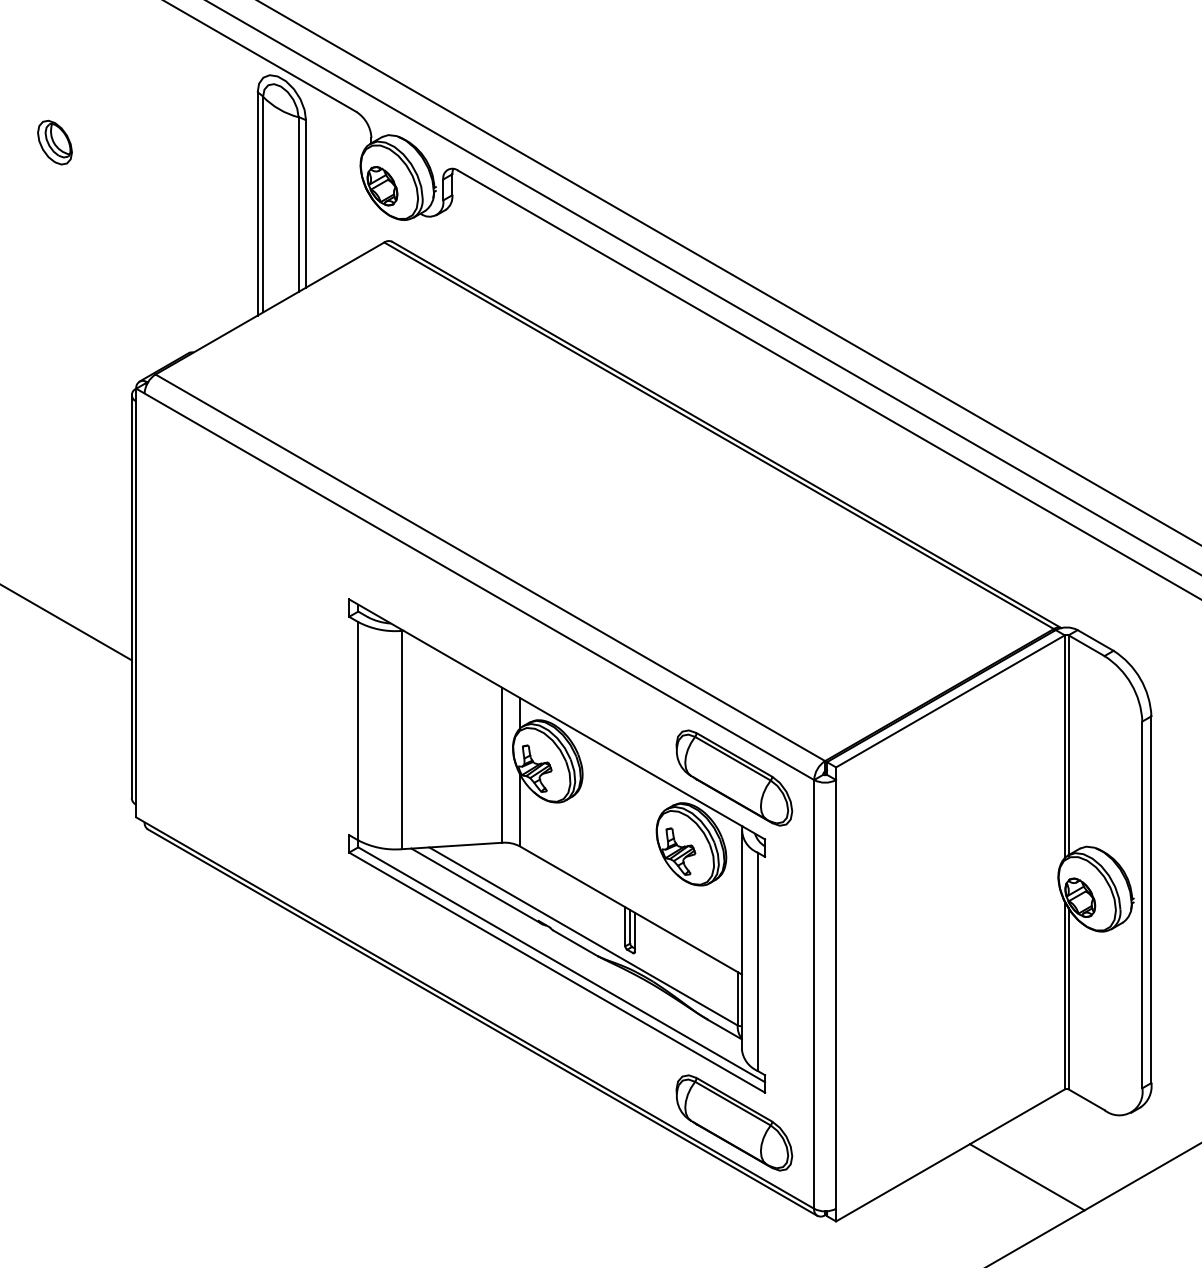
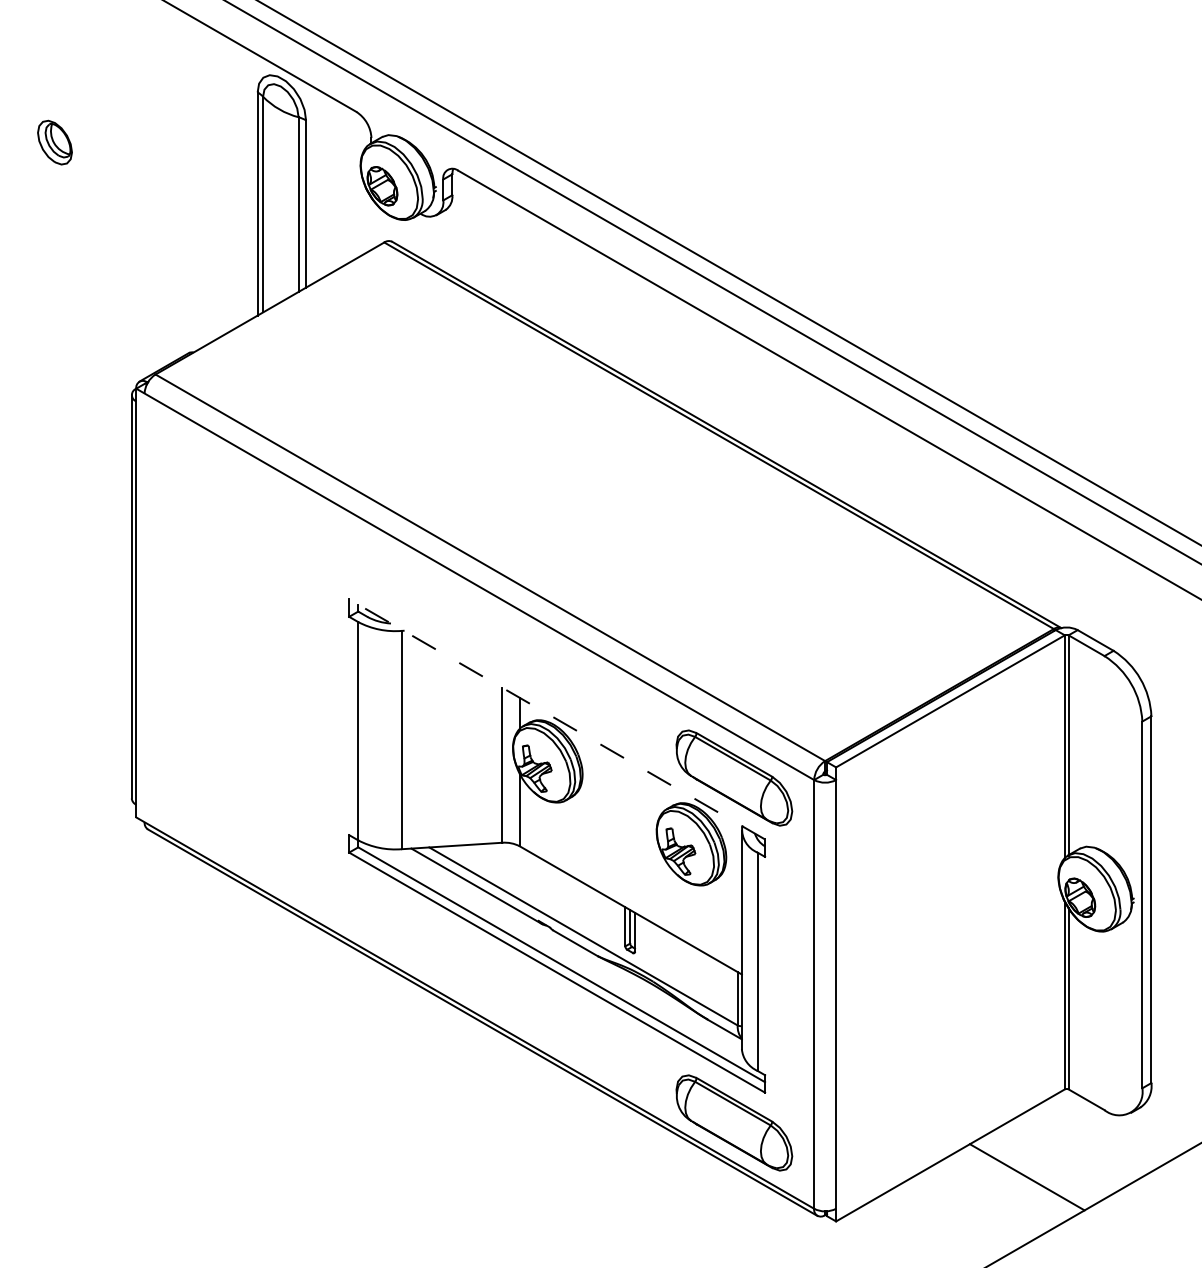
line at (703, 287) position: (703, 287) -> (713, 282)
line at (66, 622): present -> none
line at (556, 719): solid -> dashed
